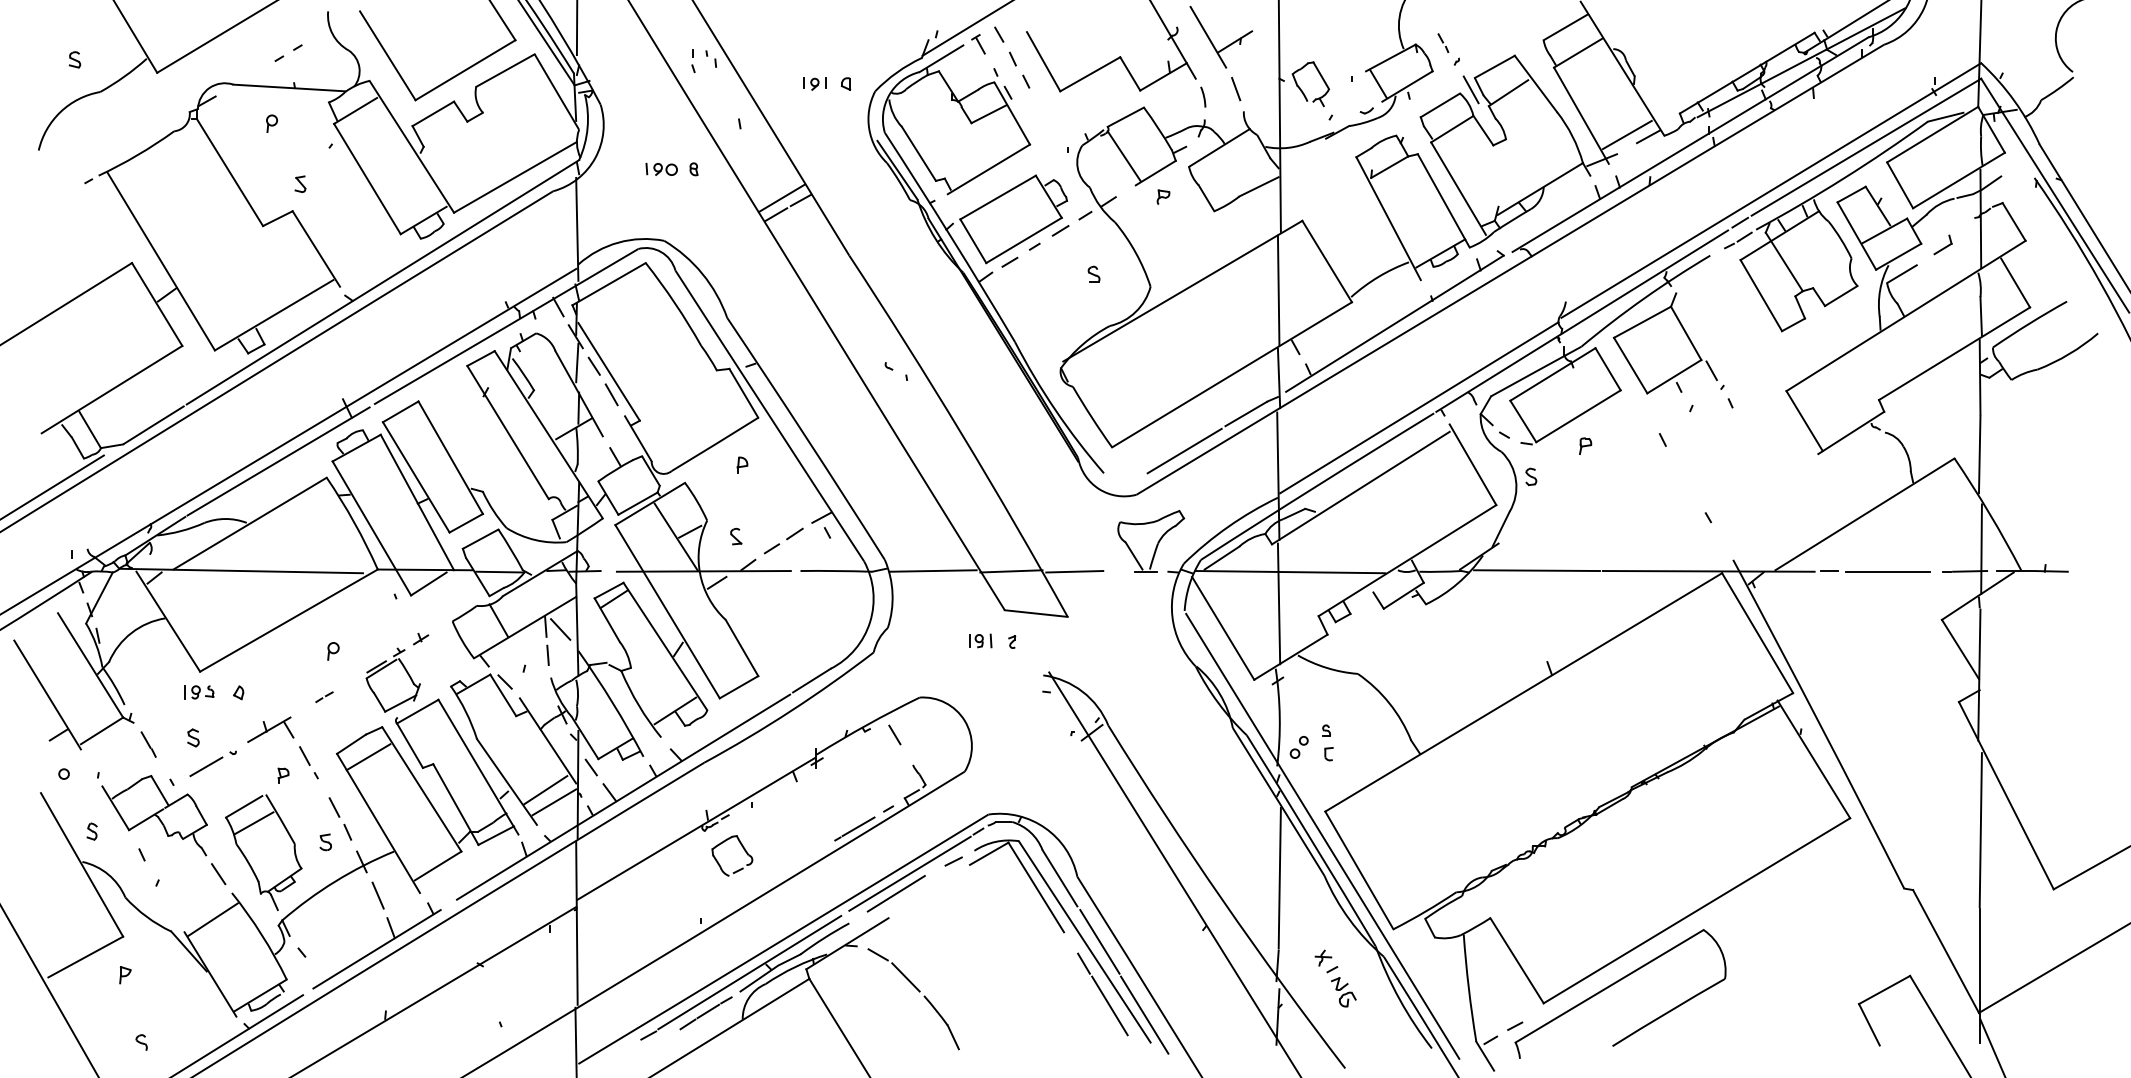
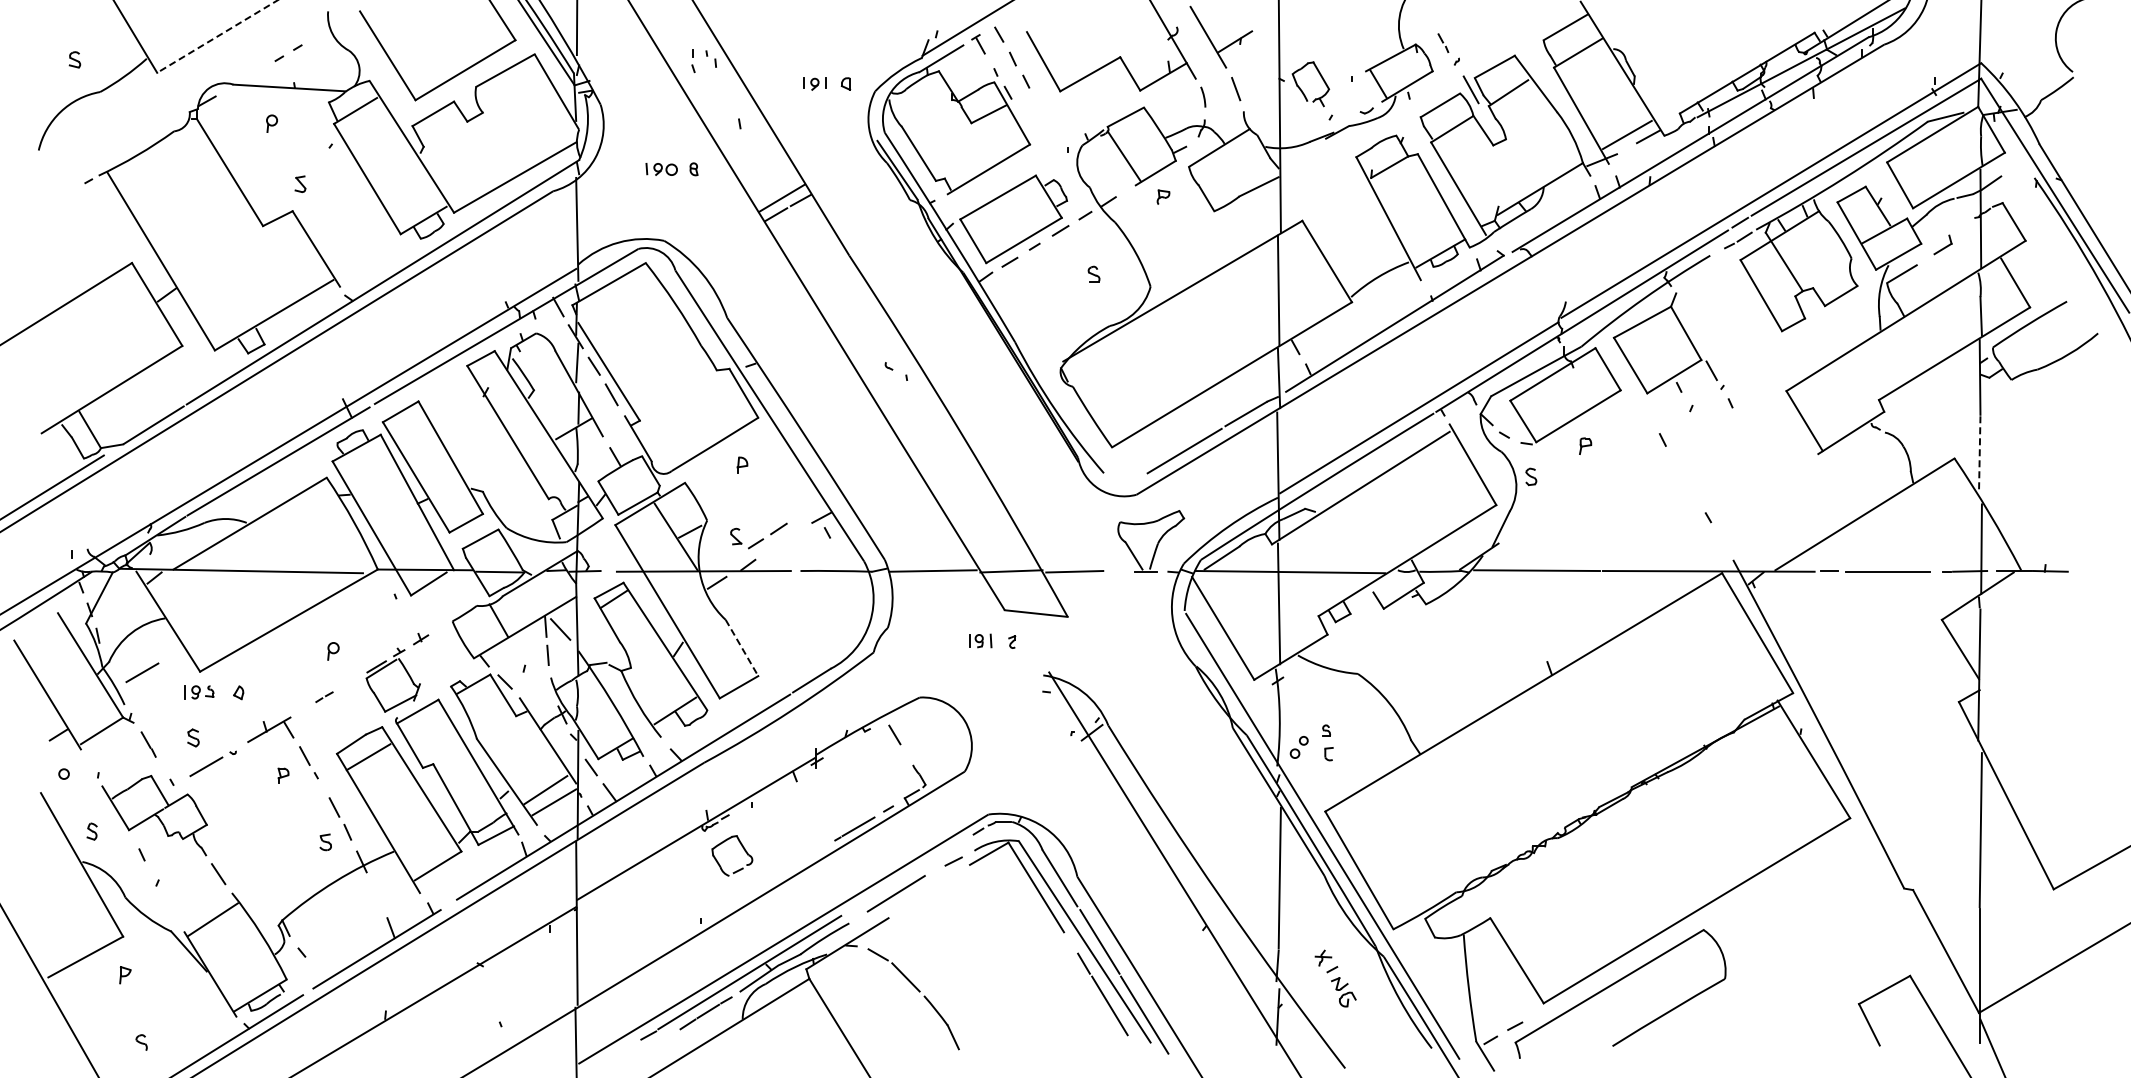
line at (217, 36): solid -> dashed
line at (1979, 454): solid -> dashed
line at (786, 540) position: (786, 540) -> (770, 535)
line at (742, 648): solid -> dashed
line at (142, 672): none -> present
part at (263, 852): present -> none
line at (909, 873): present -> none
line at (377, 895): present -> none
